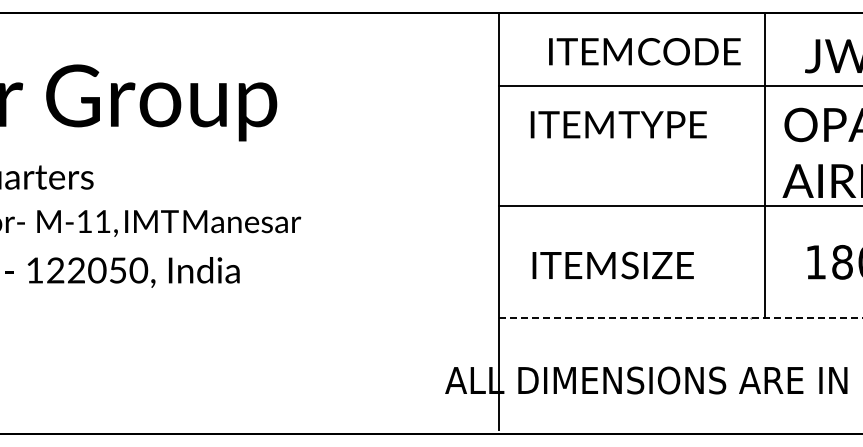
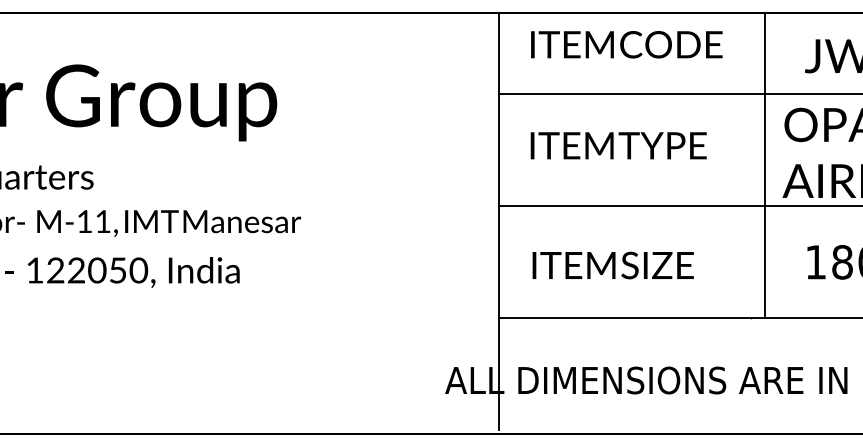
text at (644, 51) position: (644, 51) -> (626, 44)
line at (679, 86) position: (679, 86) -> (679, 94)
text at (618, 124) position: (618, 124) -> (618, 145)
line at (681, 318): dashed -> solid
